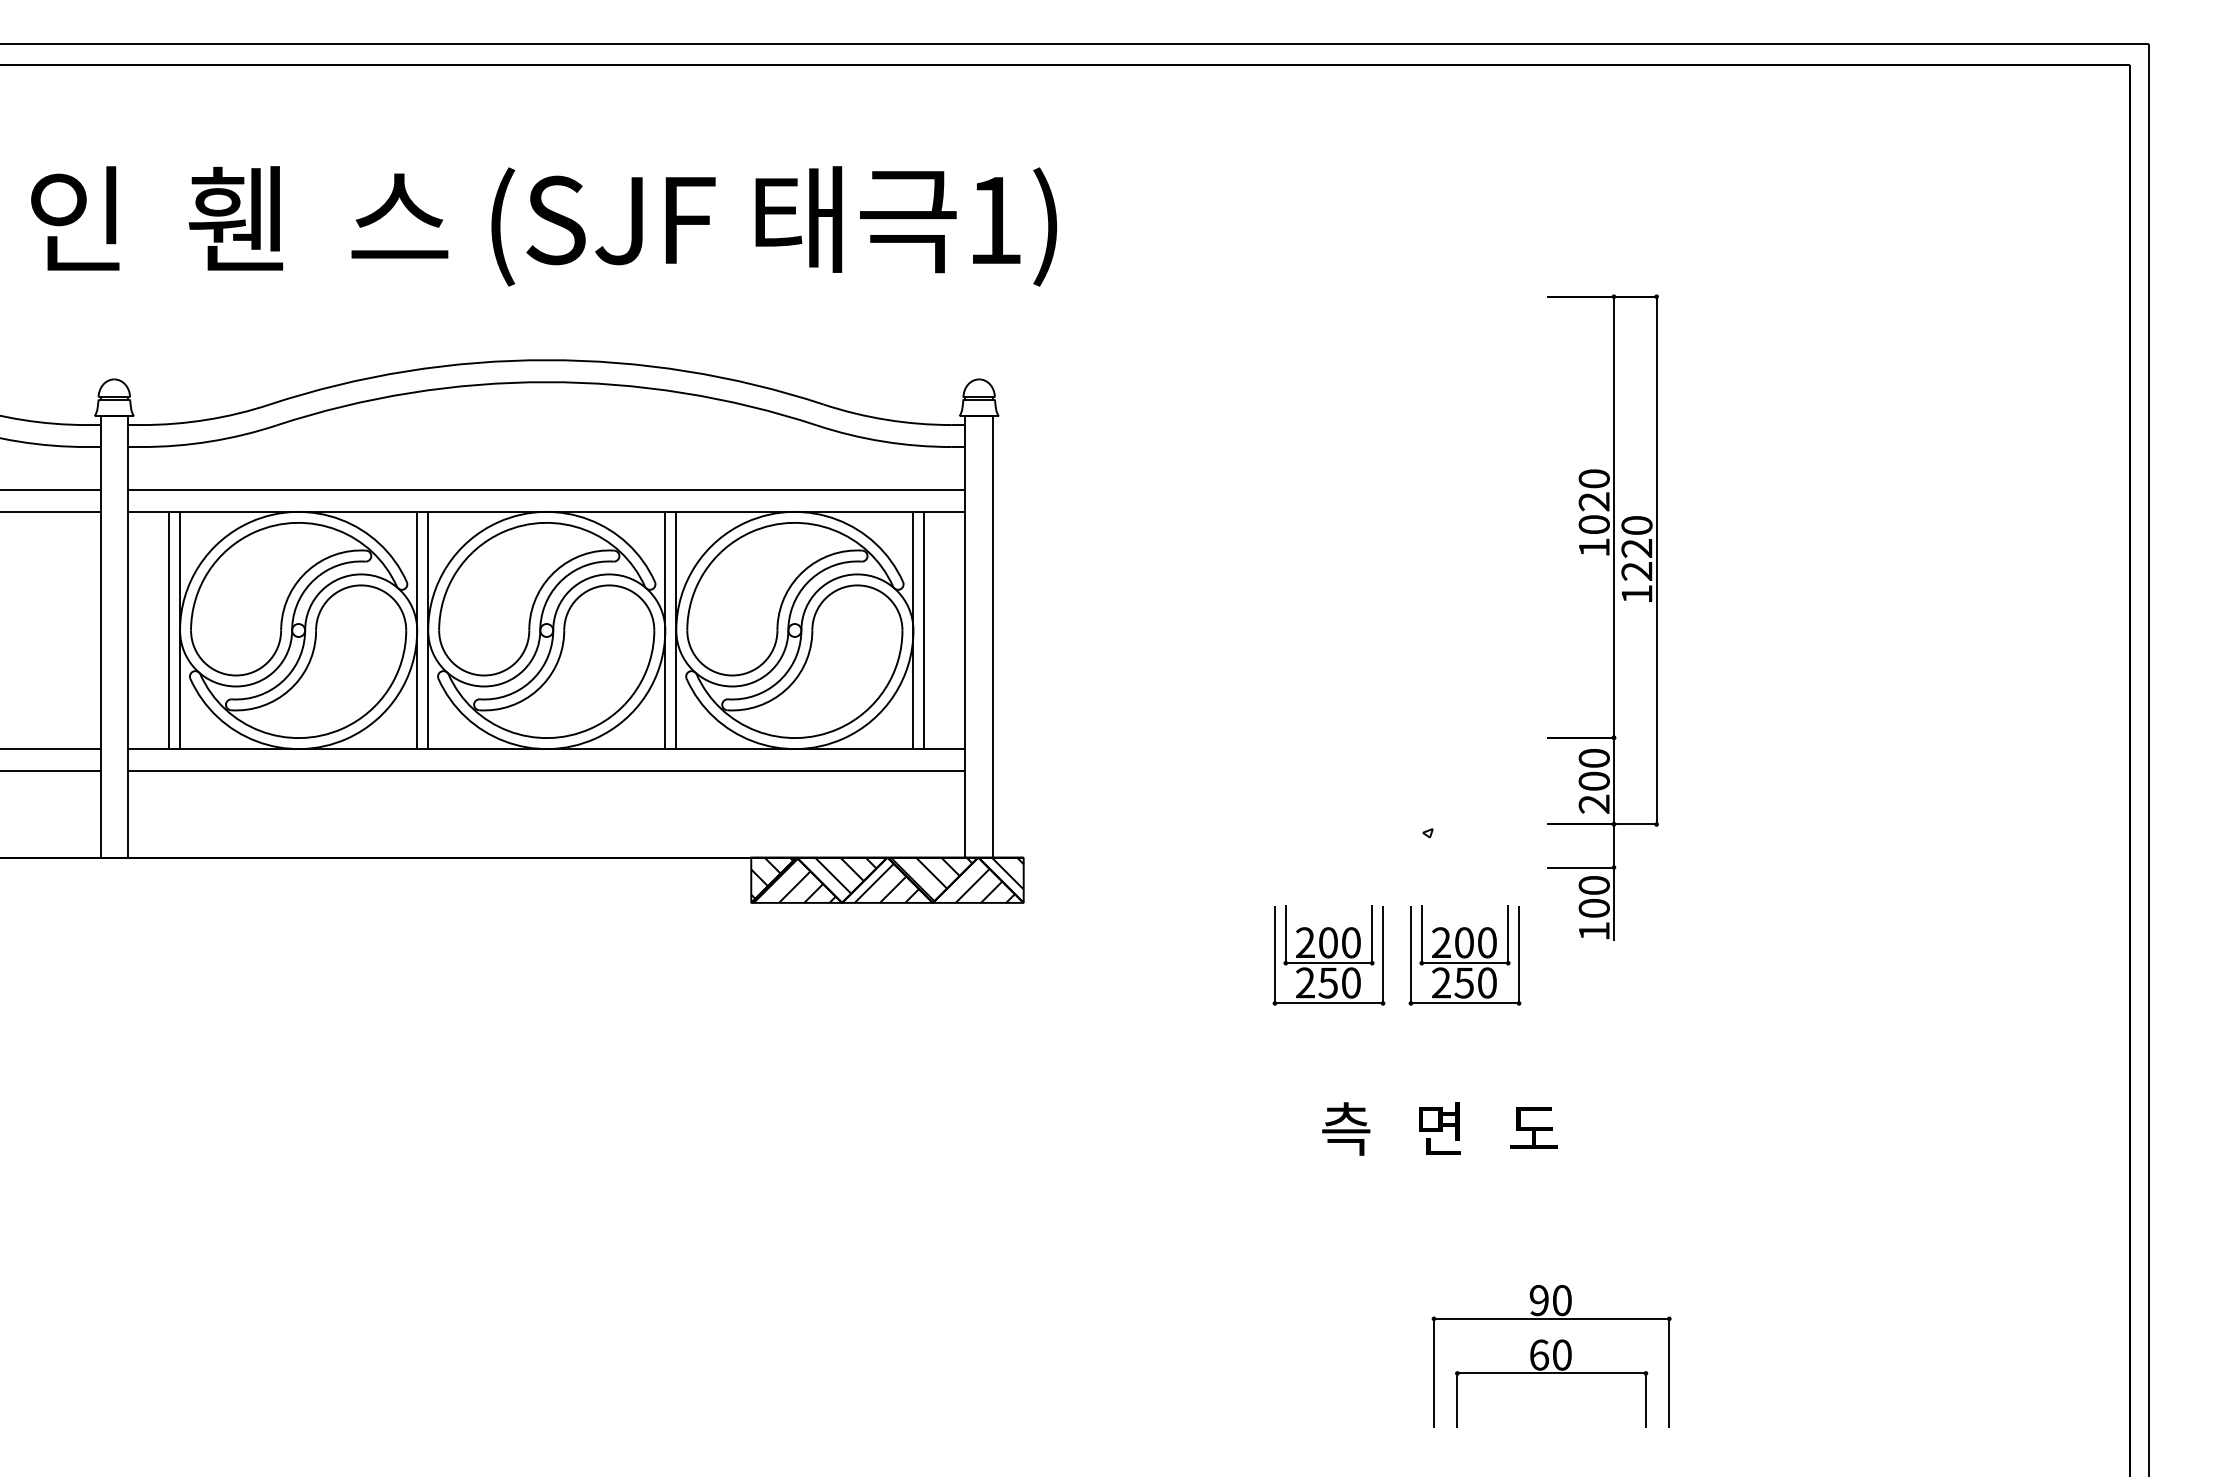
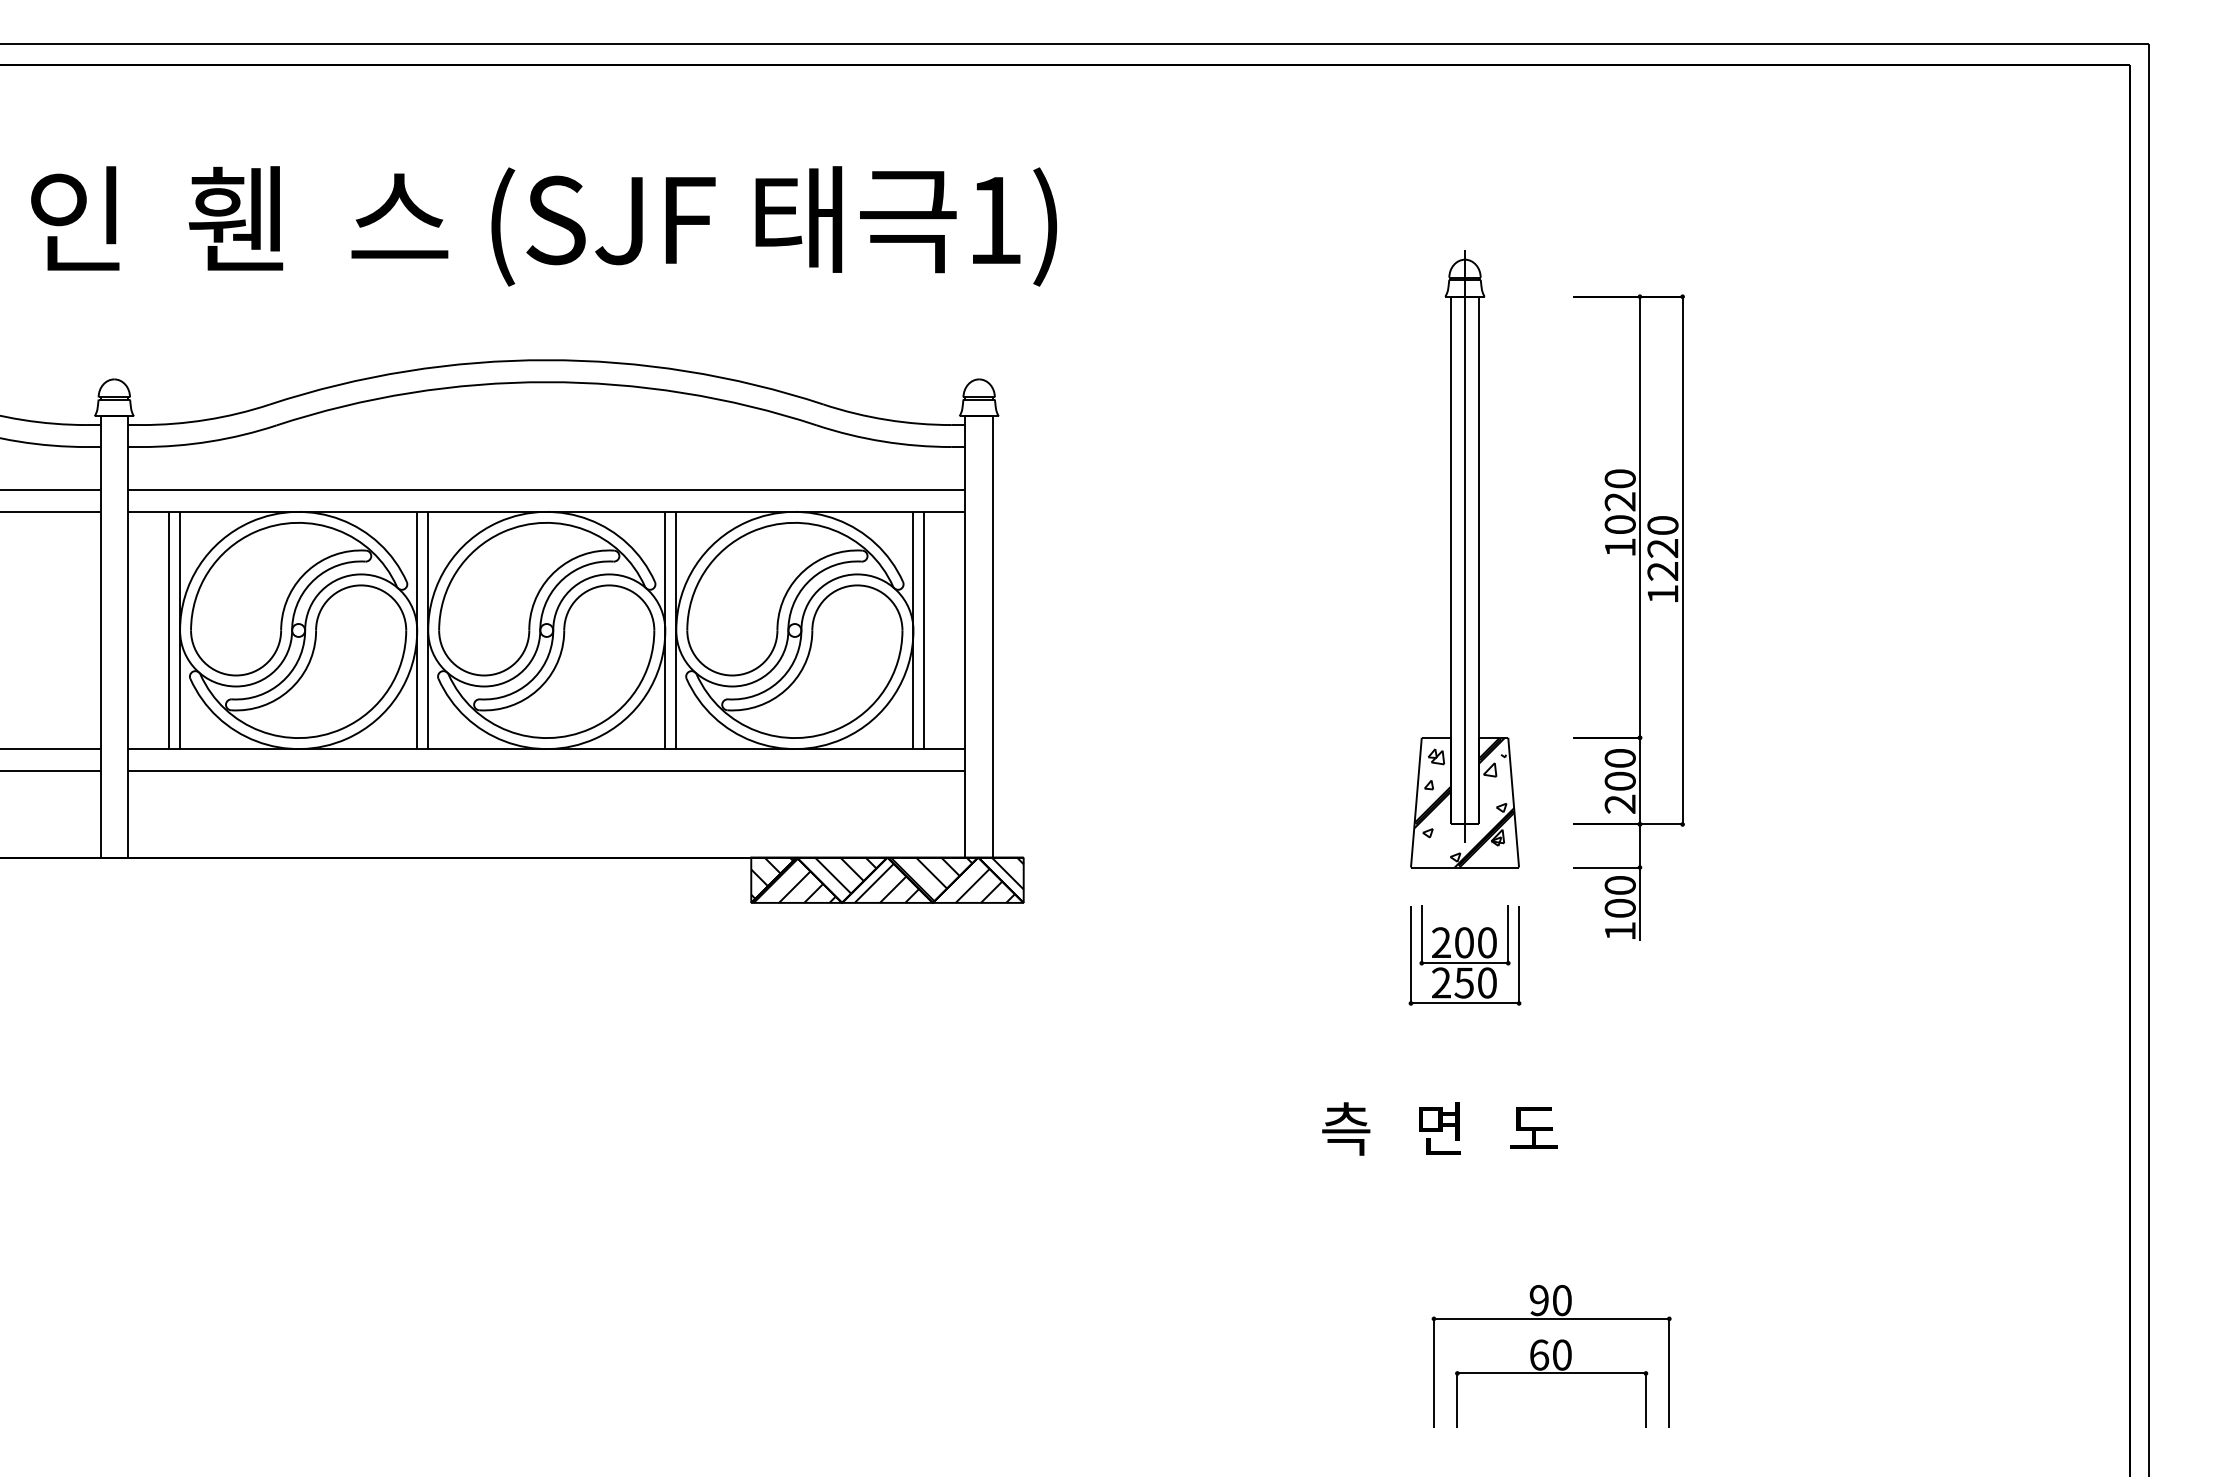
part at (1464, 559): none -> present
part at (1613, 617) position: (1613, 617) -> (1639, 617)
part at (1328, 955): present -> none
